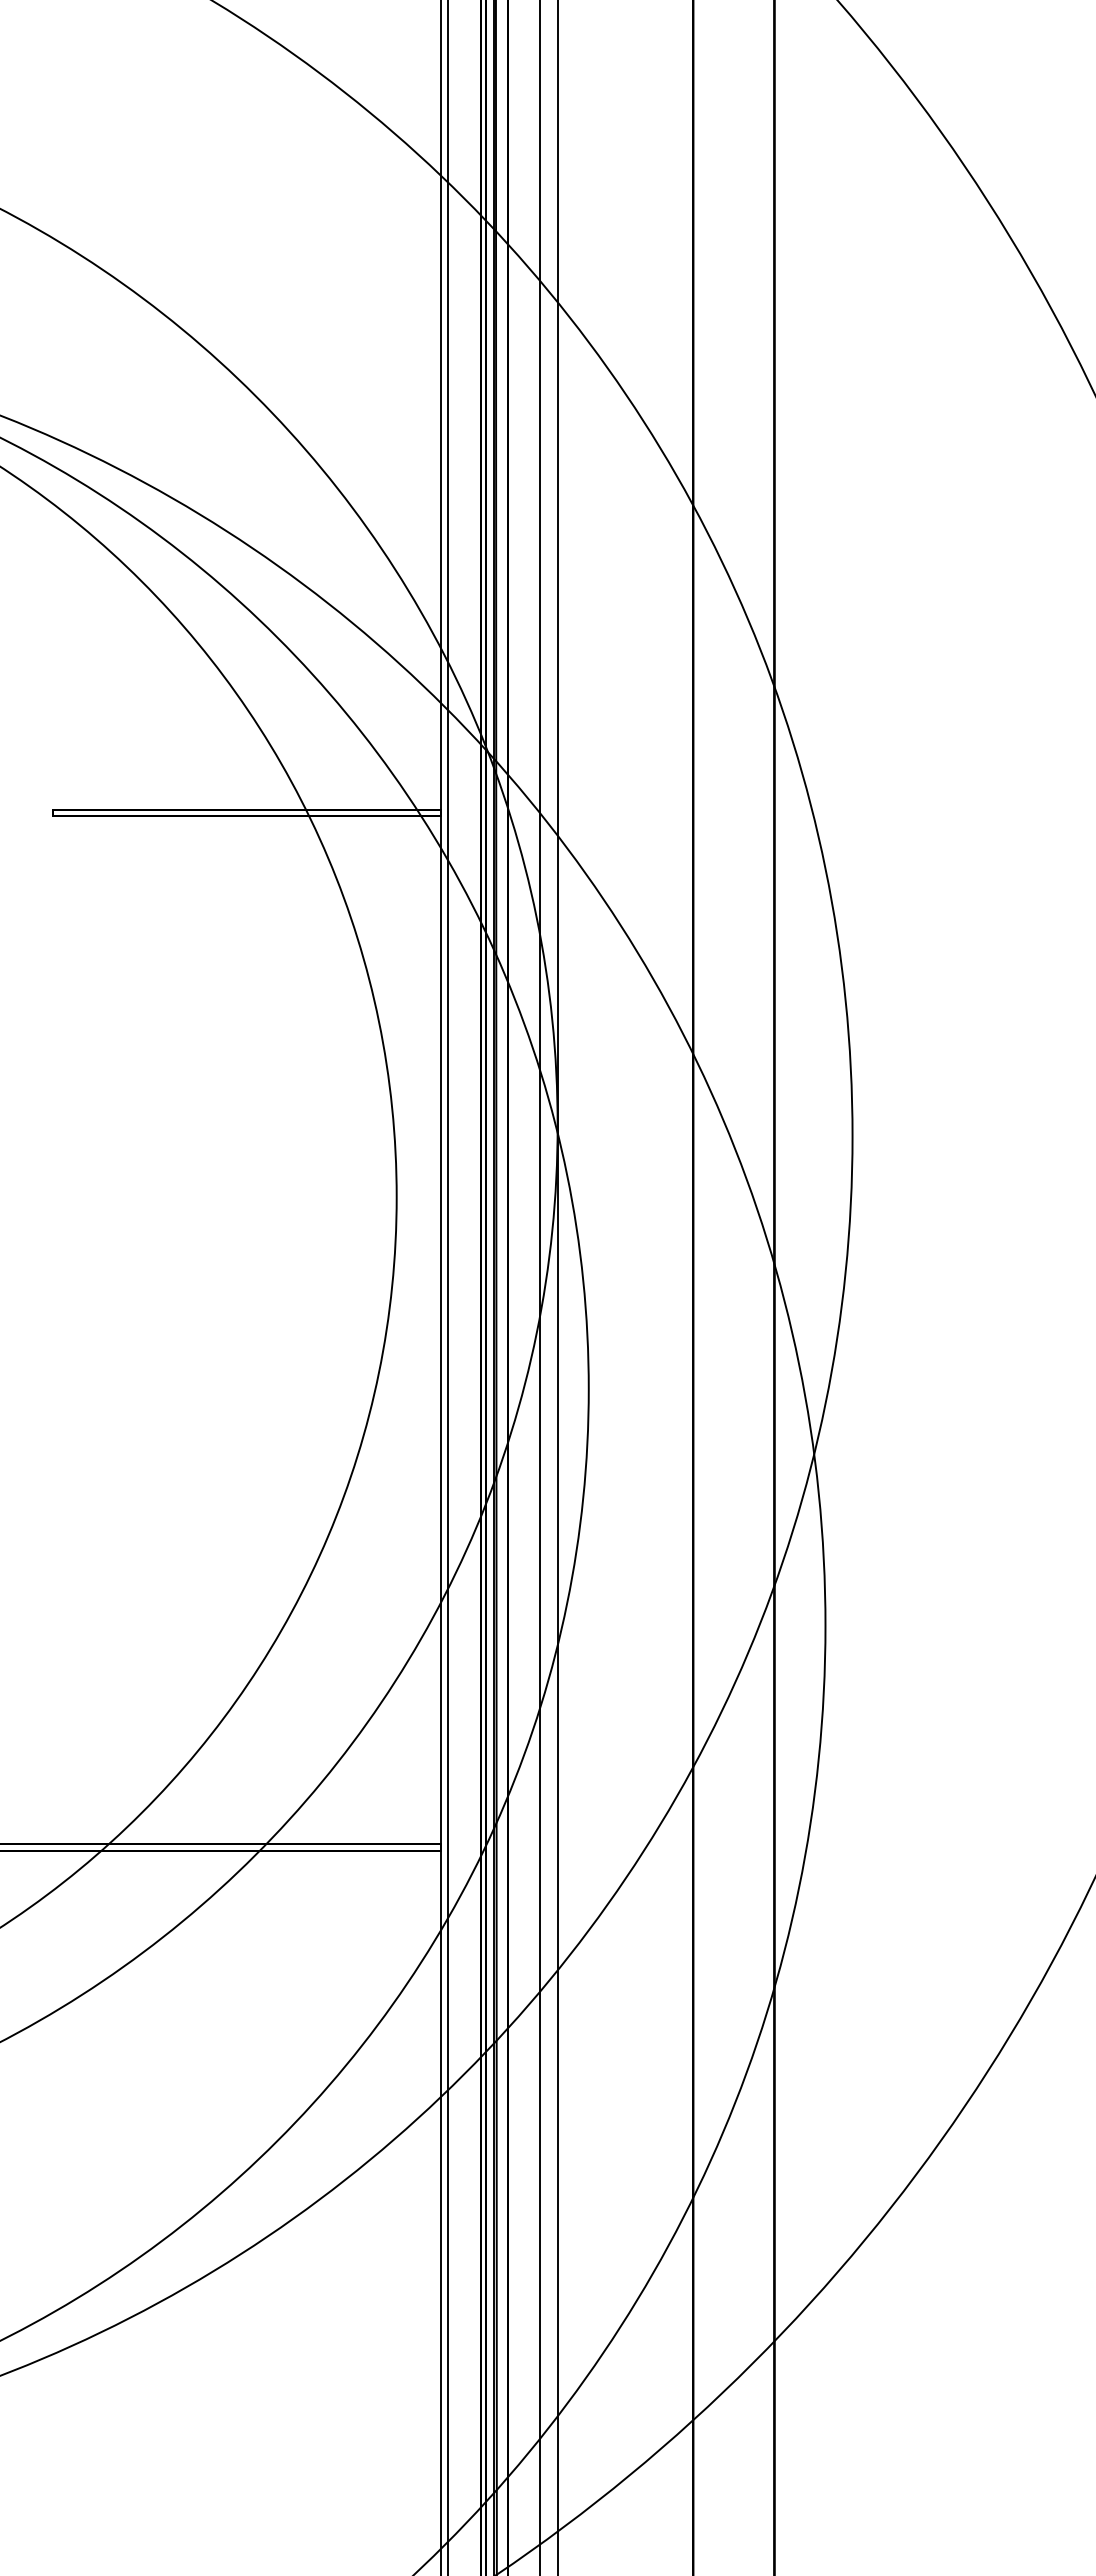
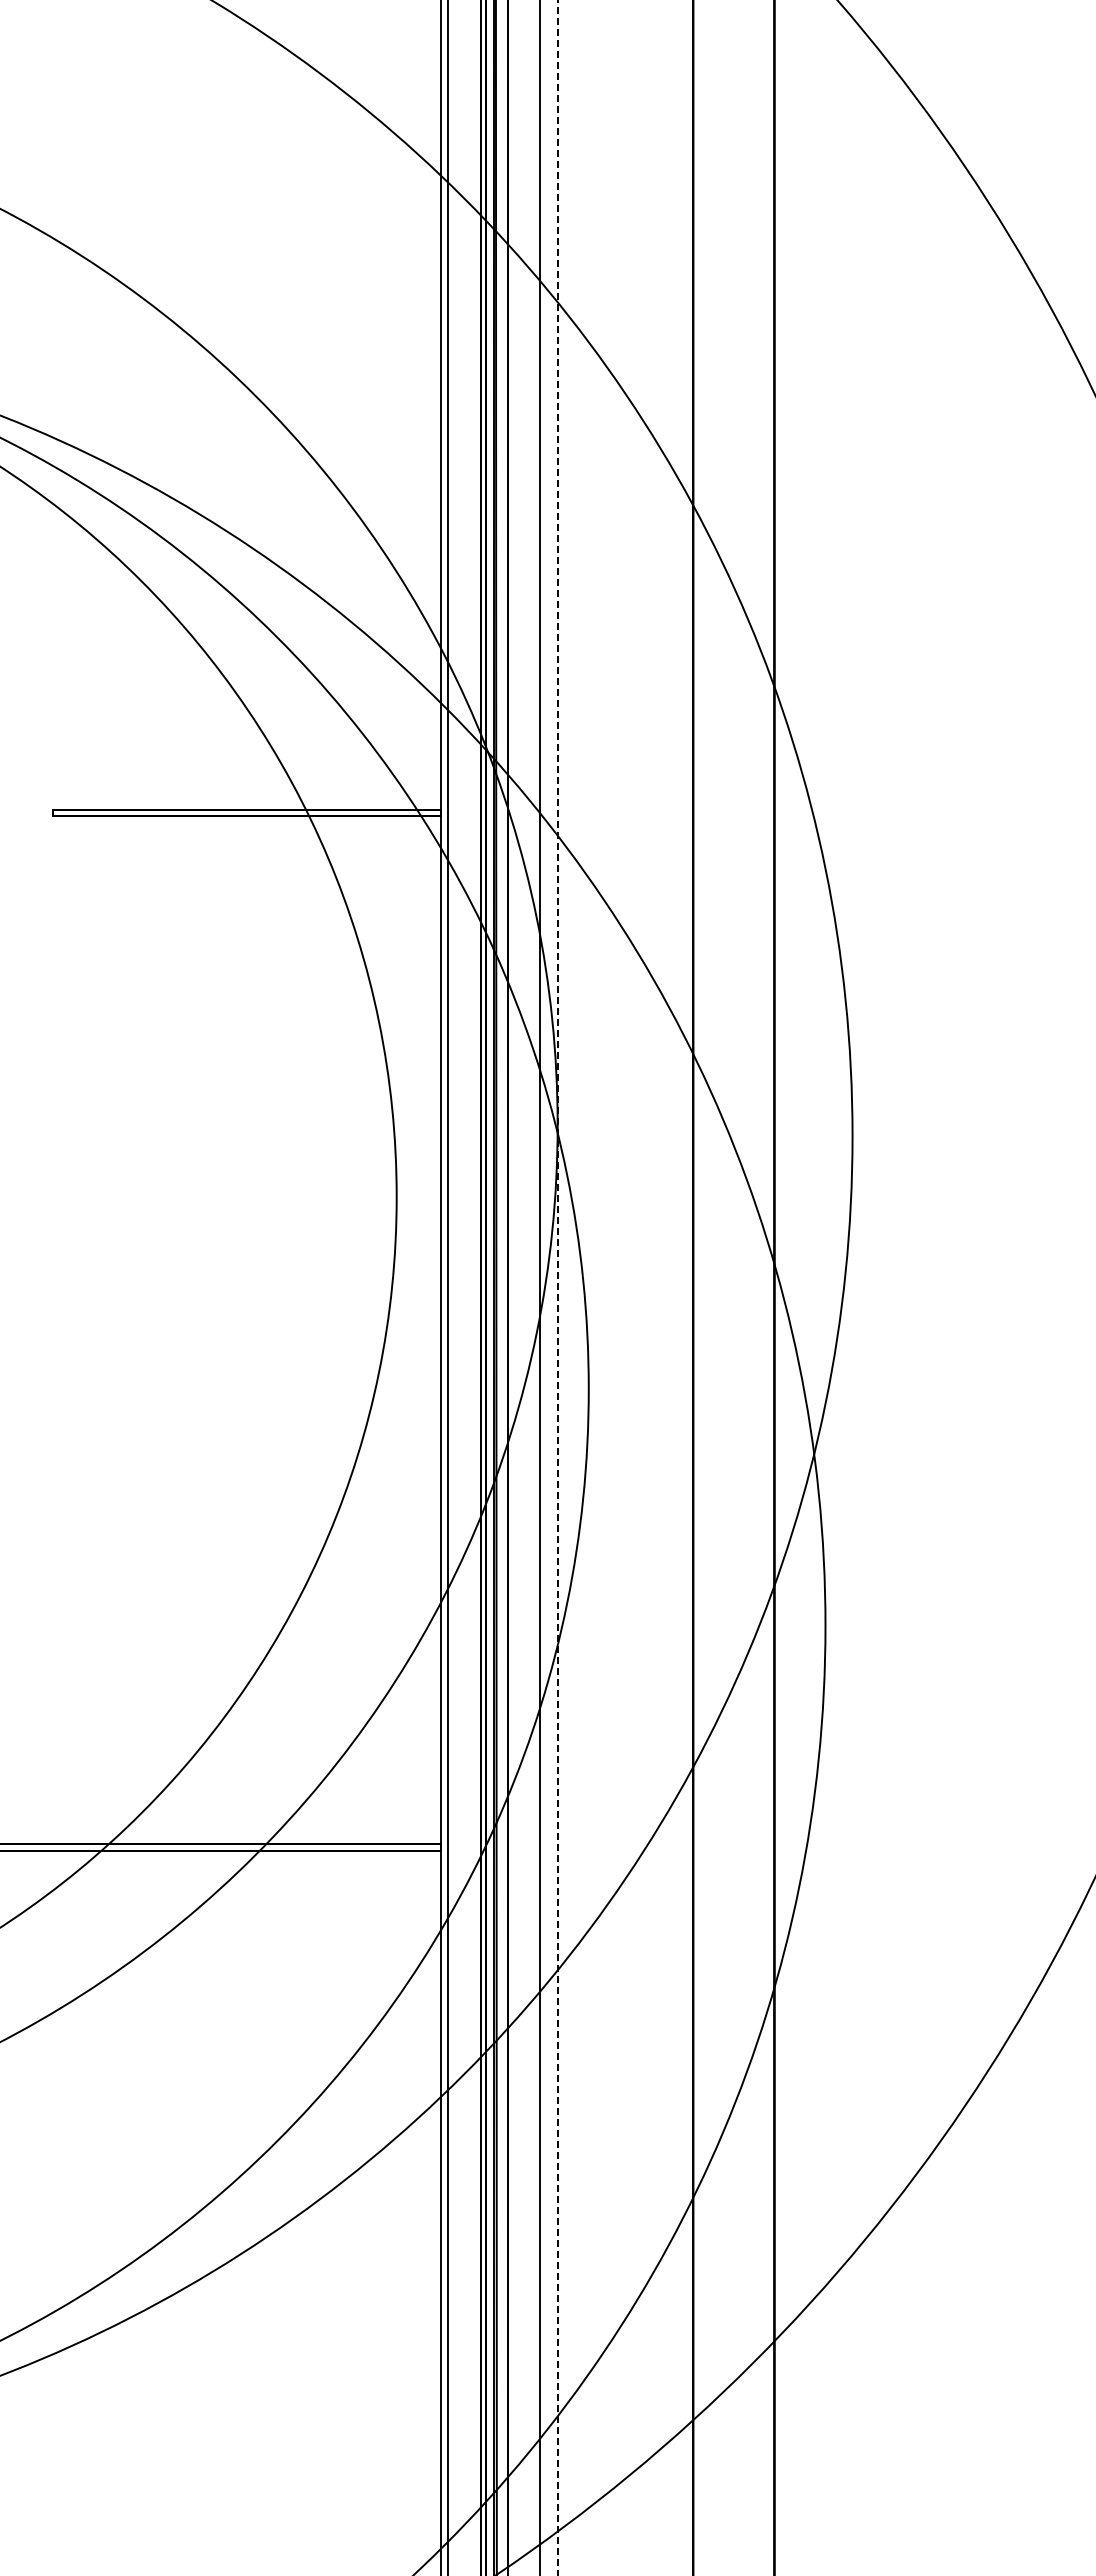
line at (558, 1287): solid -> dashed
